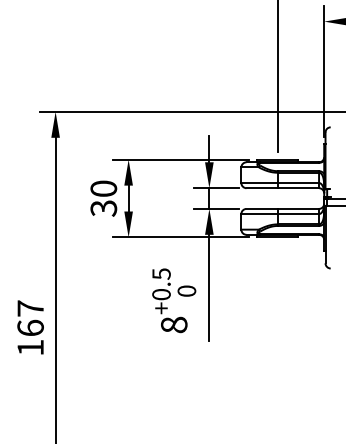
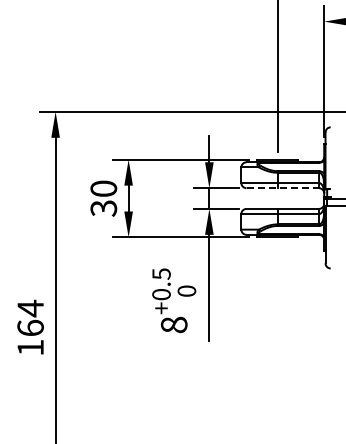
line at (283, 188): solid -> dashed
text at (30, 308): 167 -> 164
